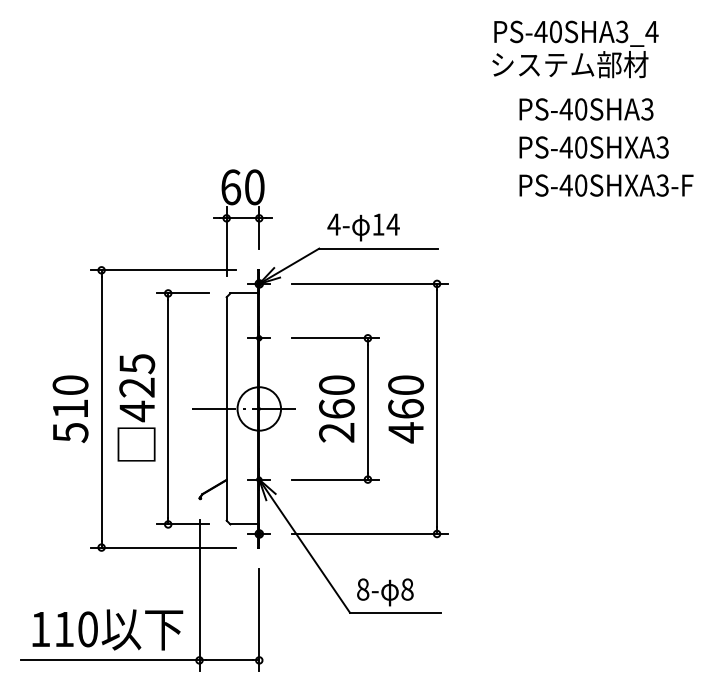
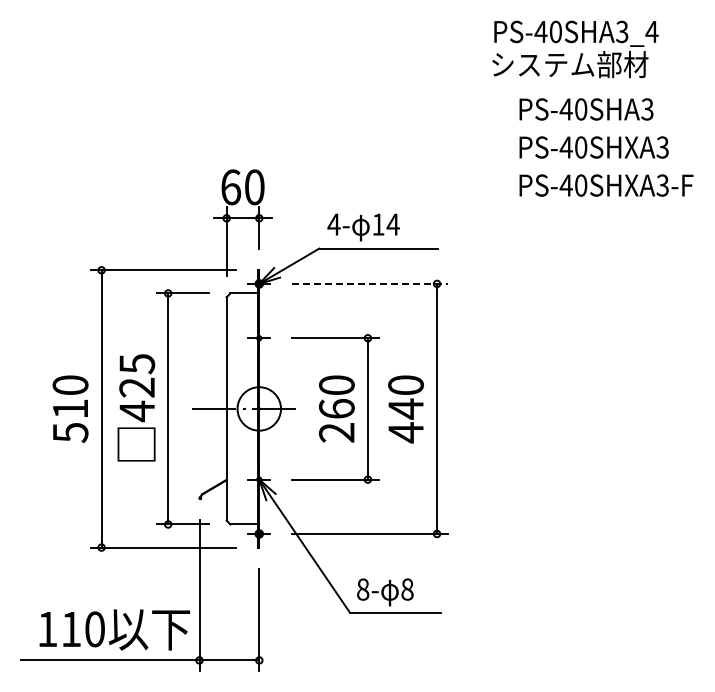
line at (370, 283): solid -> dashed
text at (405, 408): 460 -> 440
text at (107, 629) position: (107, 629) -> (114, 629)
